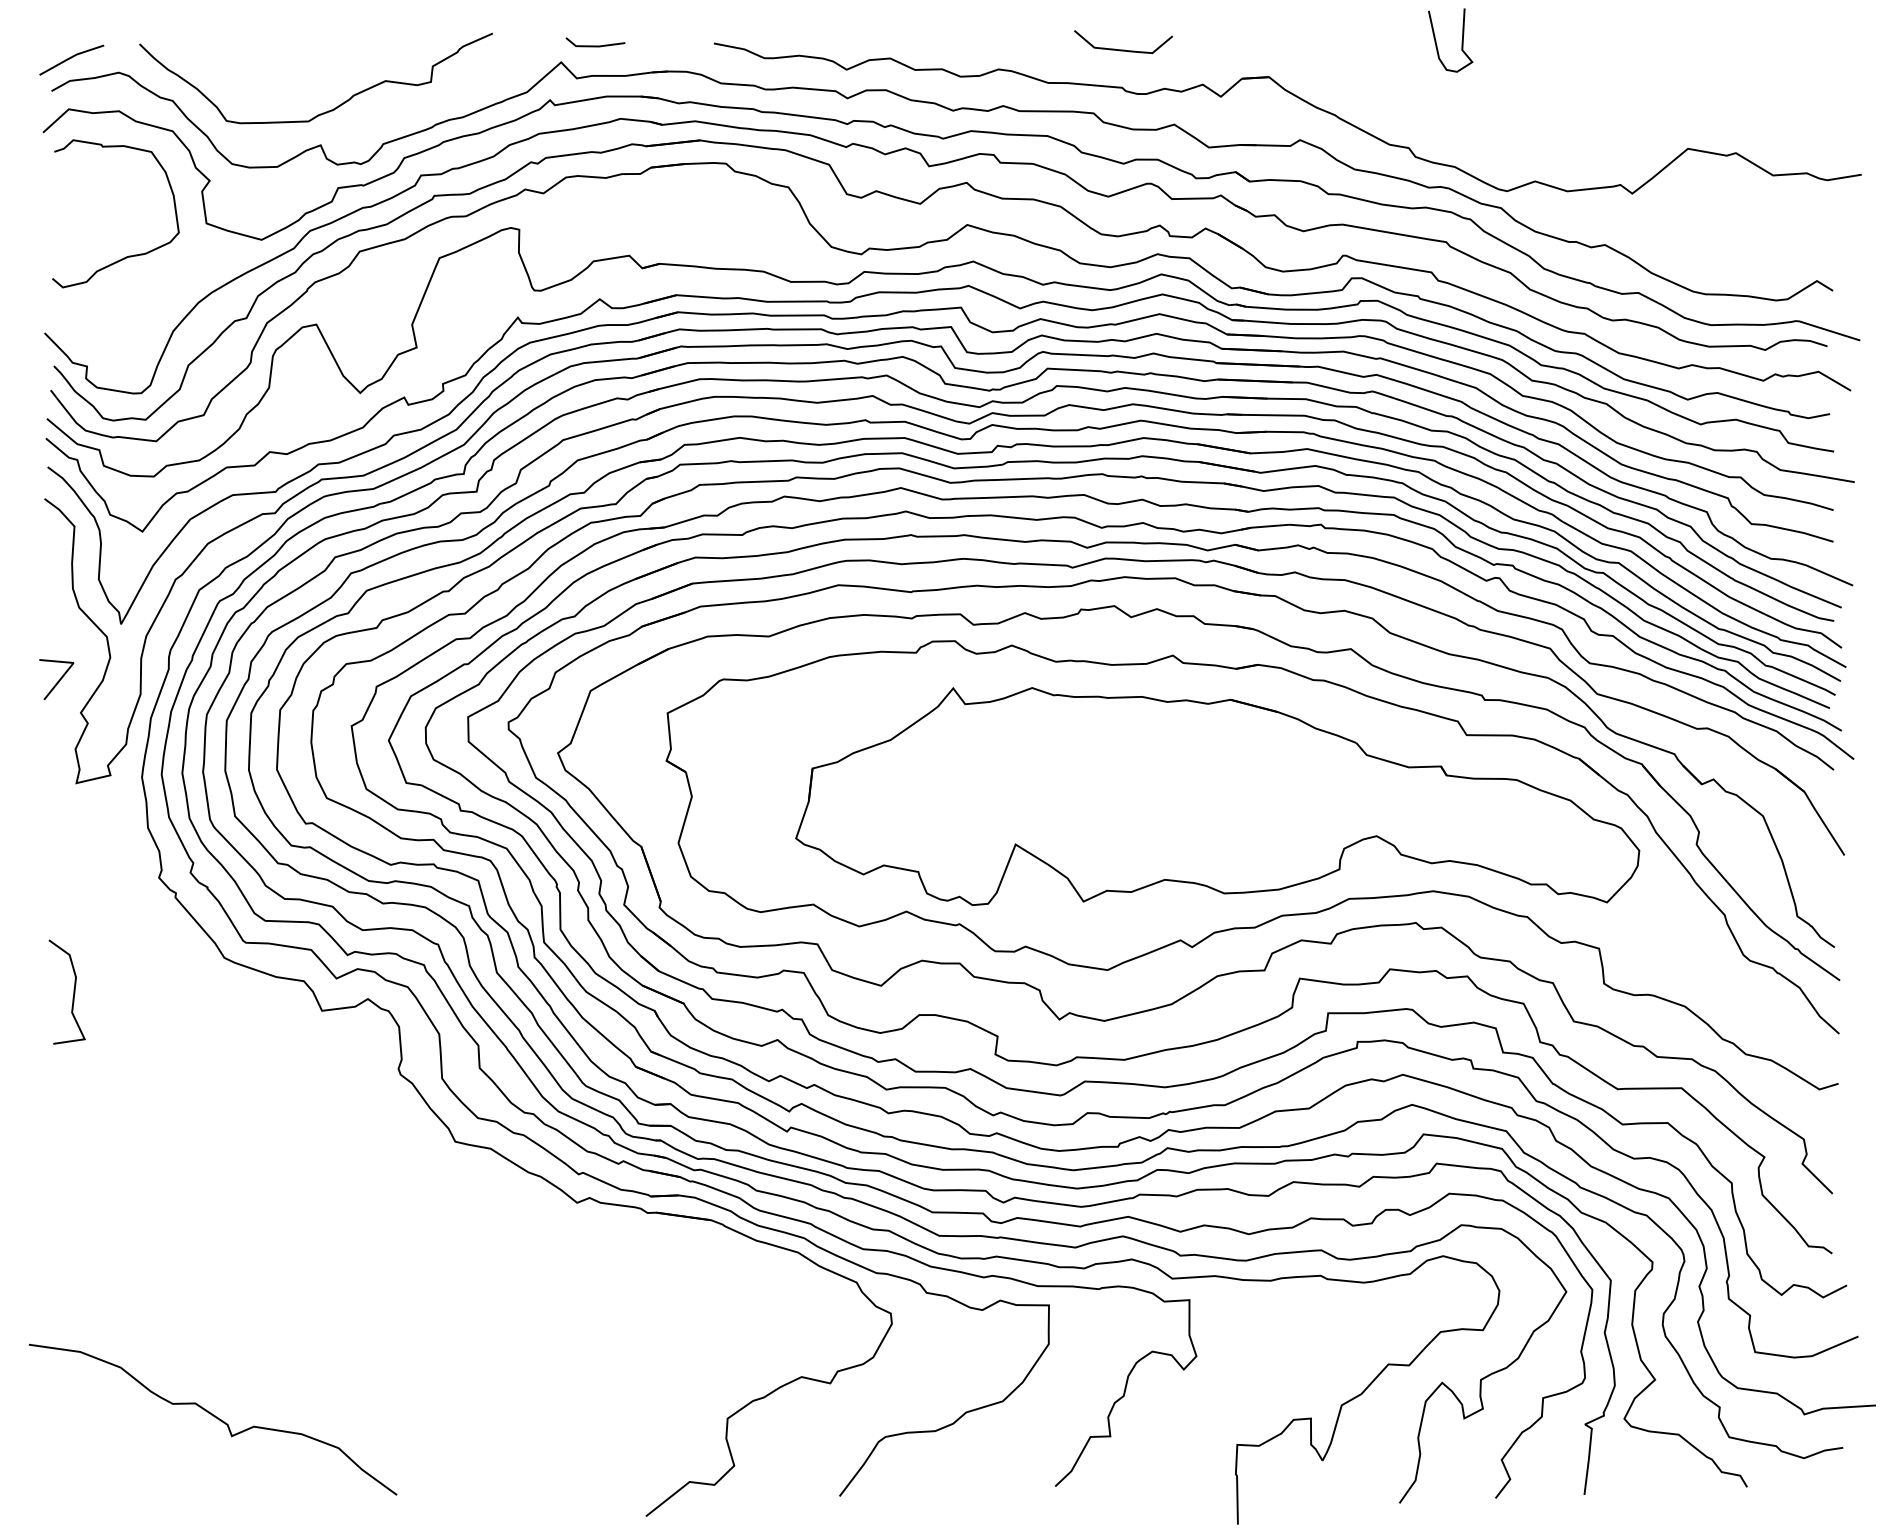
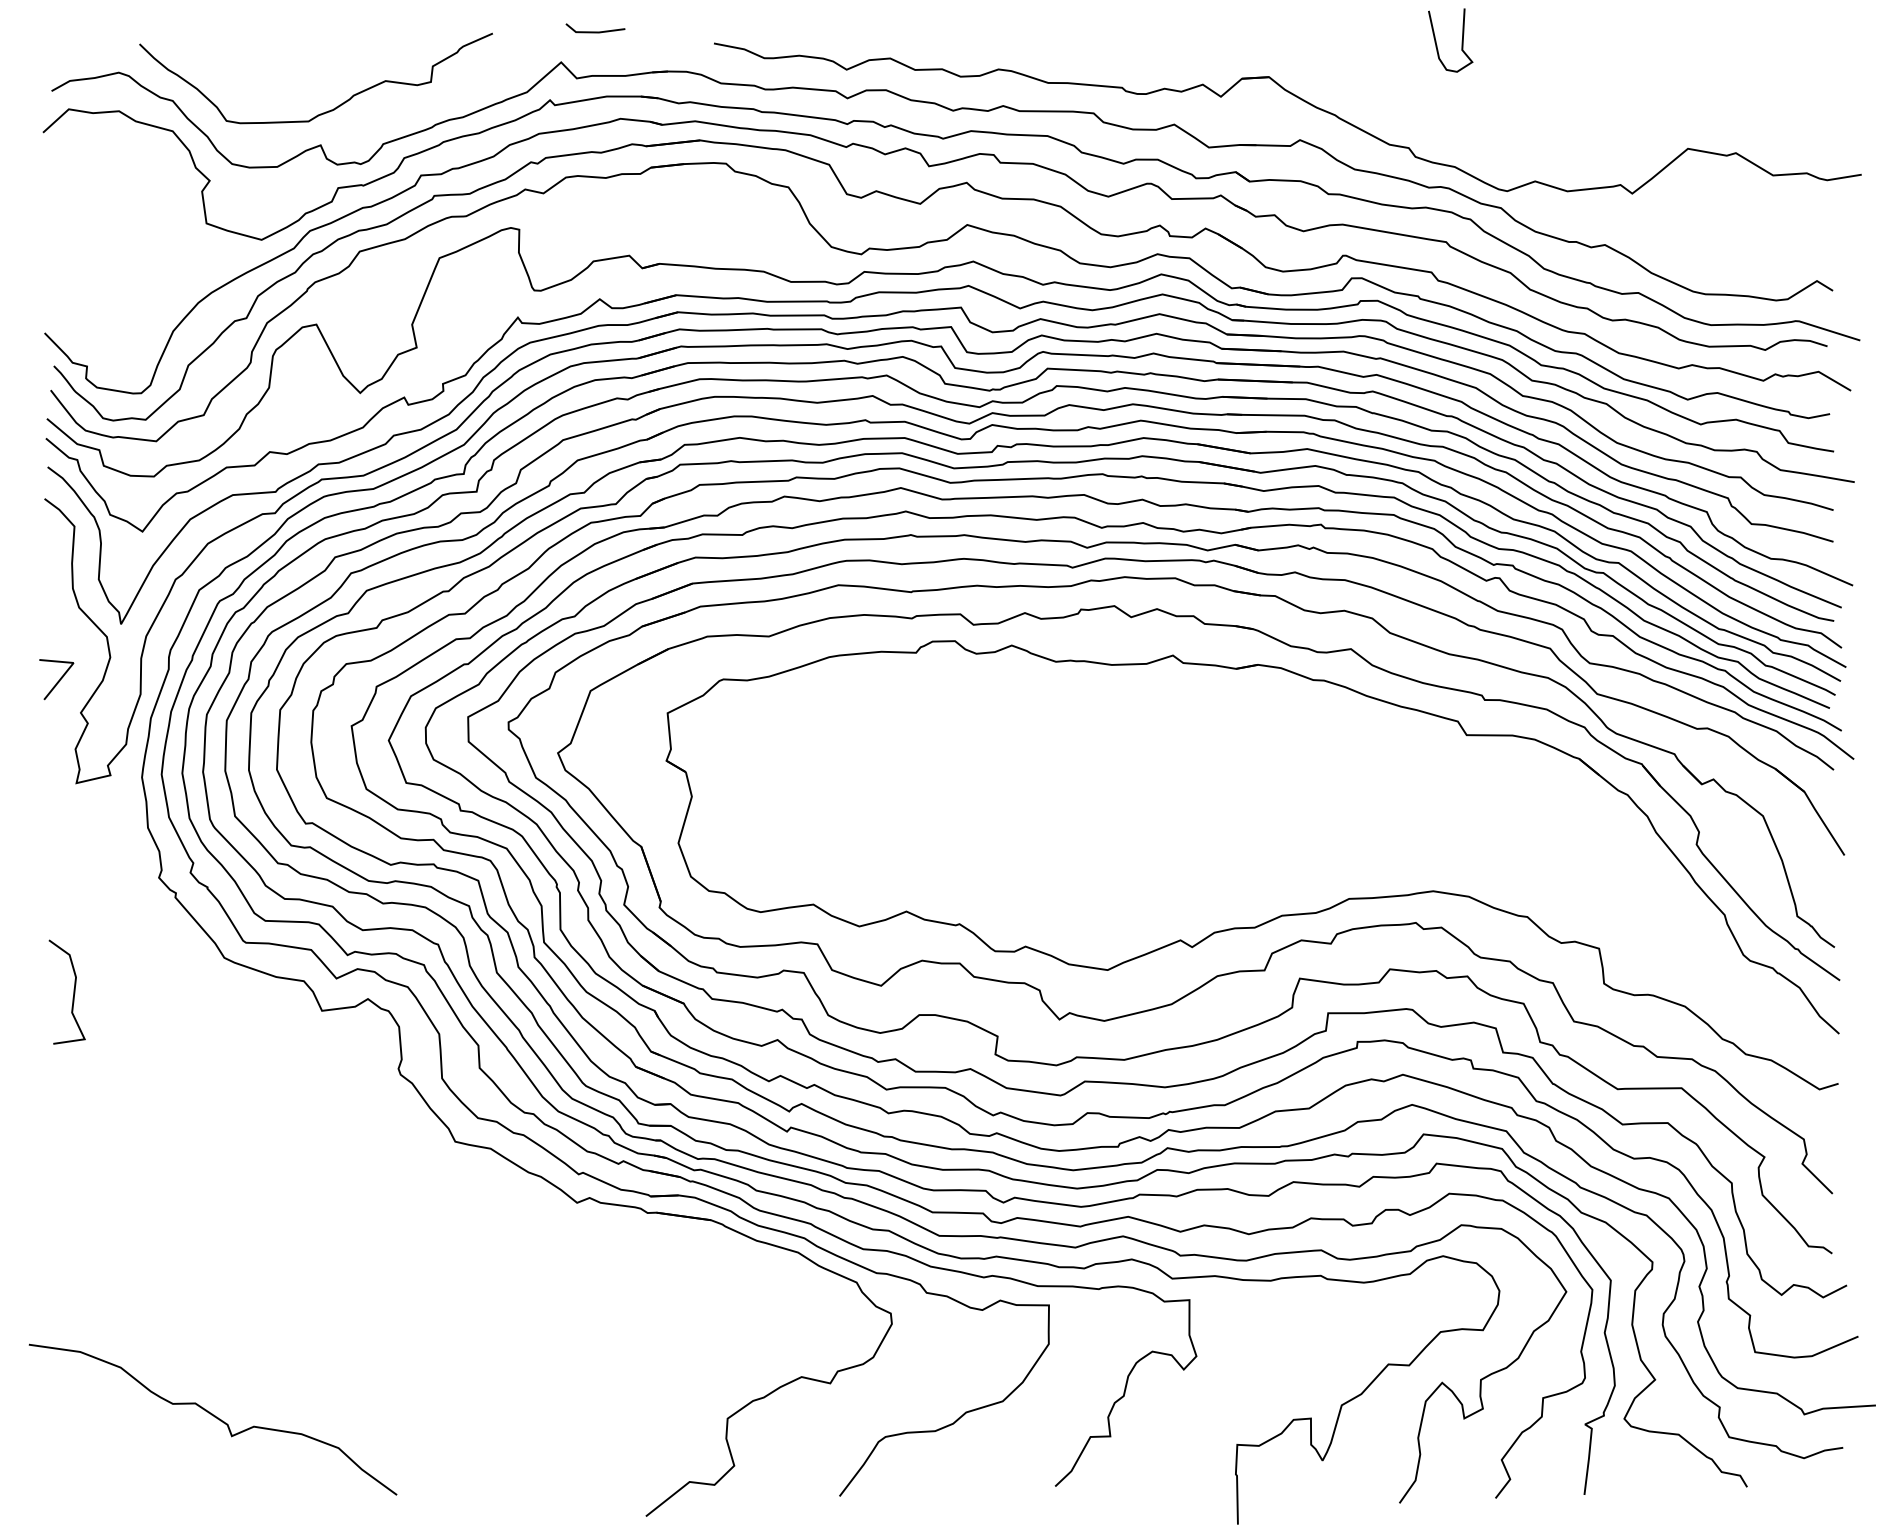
line at (595, 45) position: (595, 45) -> (595, 31)
line at (1123, 49): present -> none
line at (71, 58): present -> none
curve at (128, 255): present -> none
part at (1217, 796): present -> none
